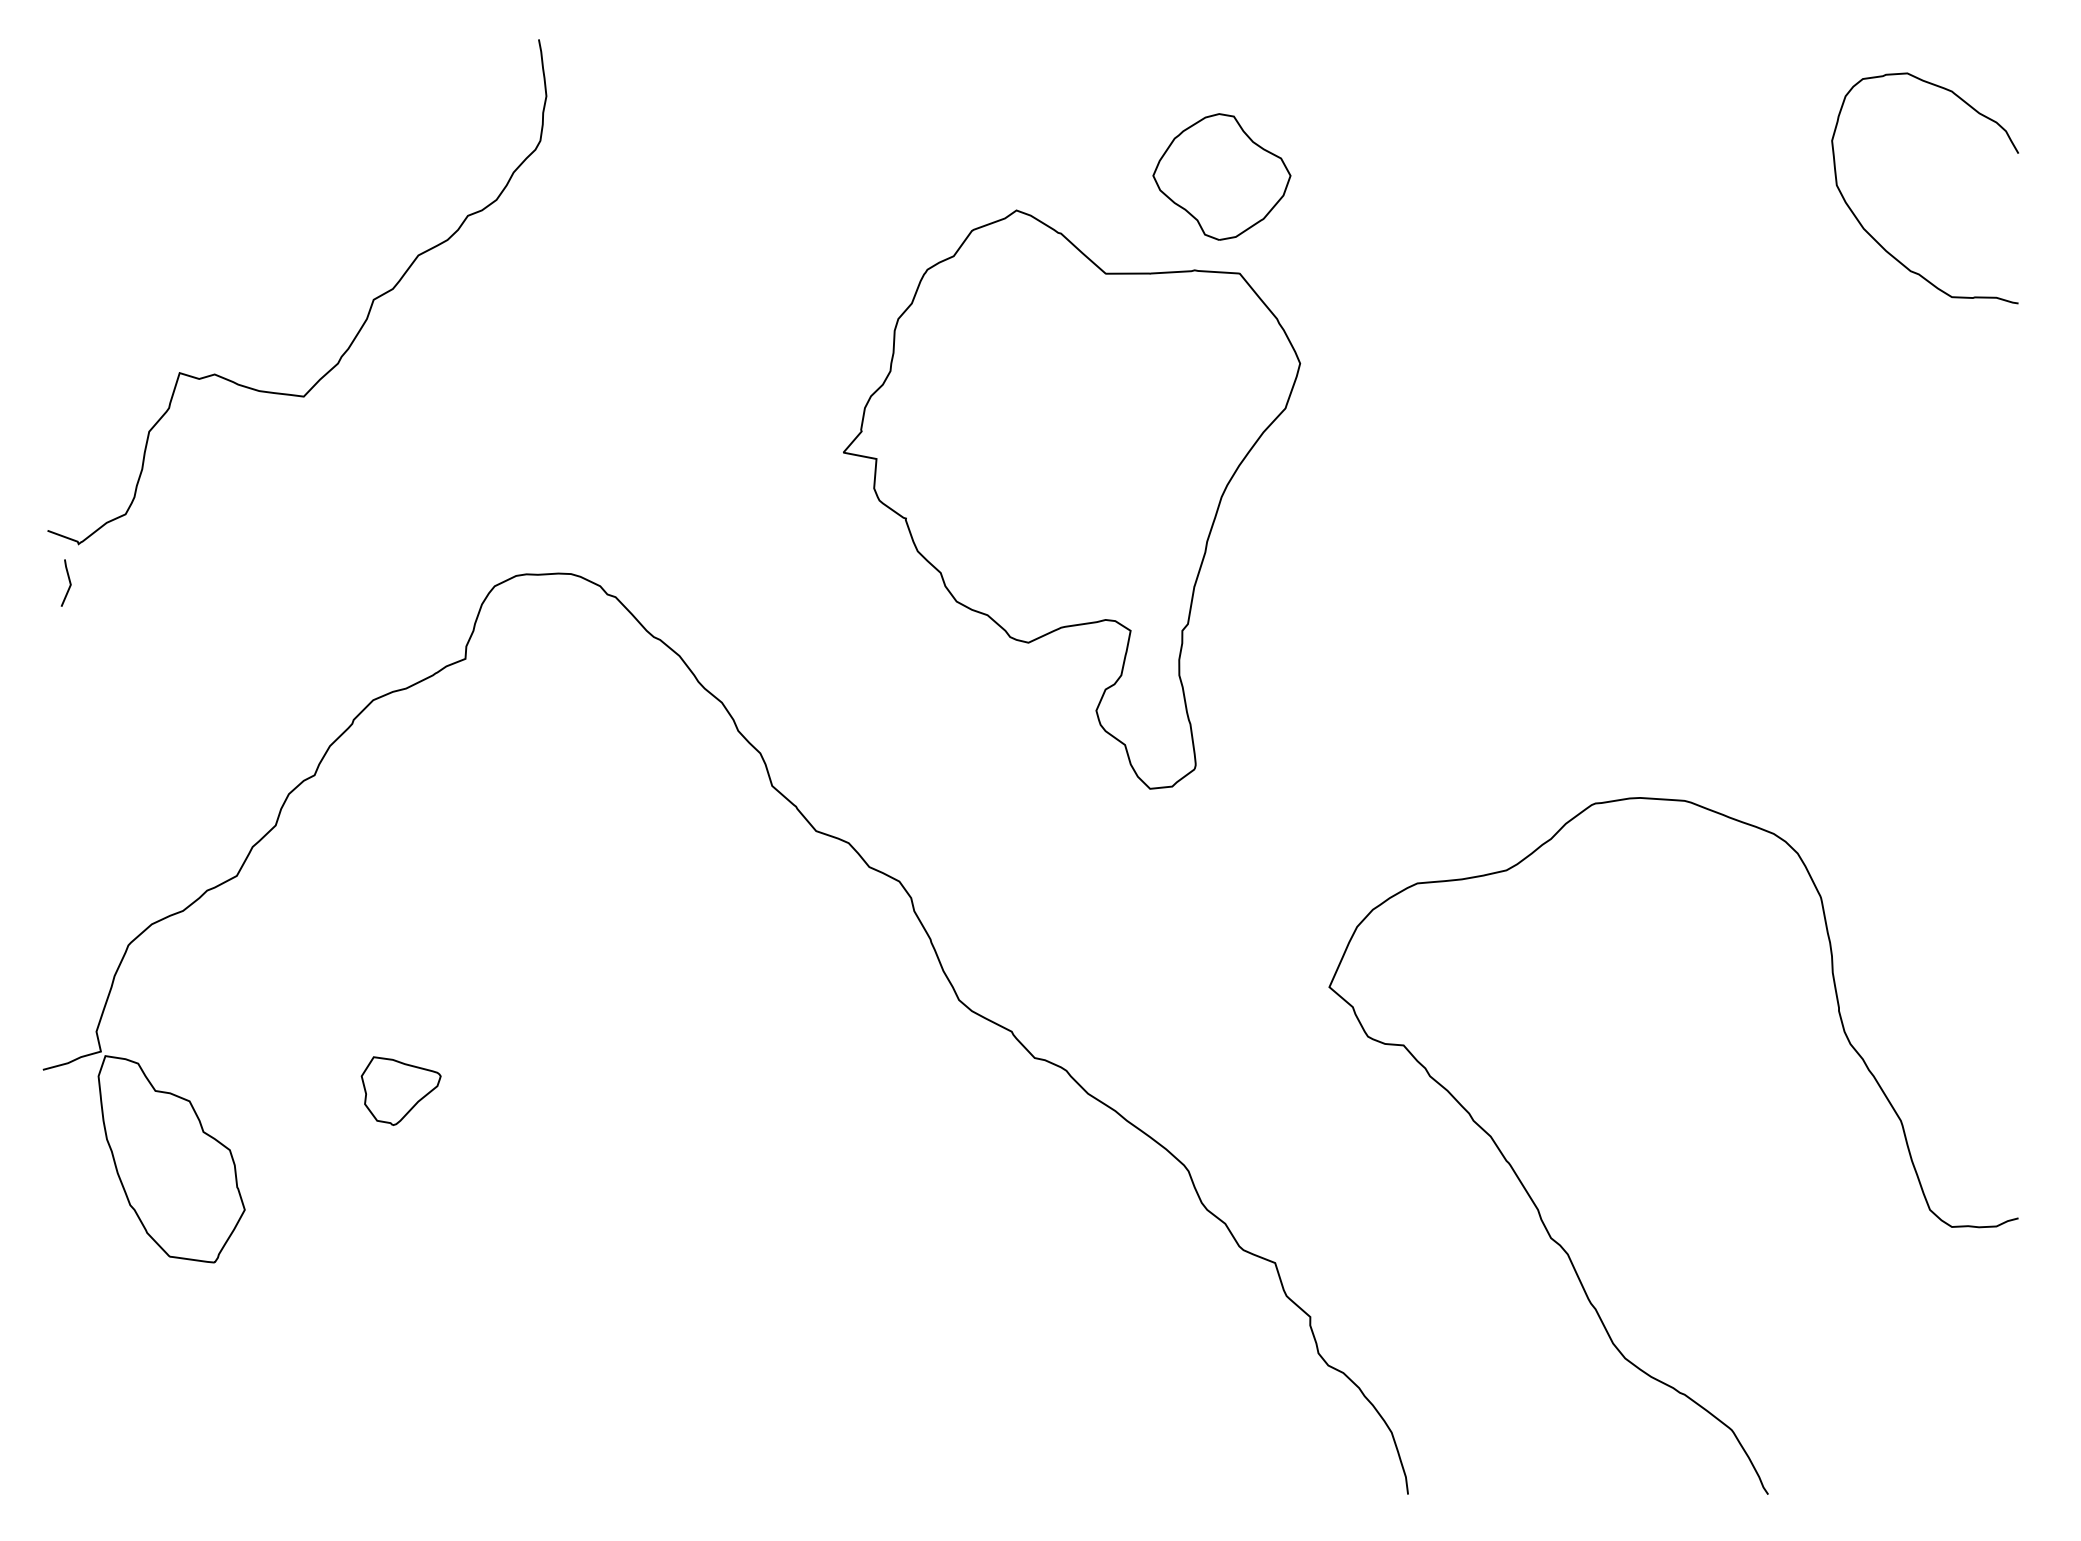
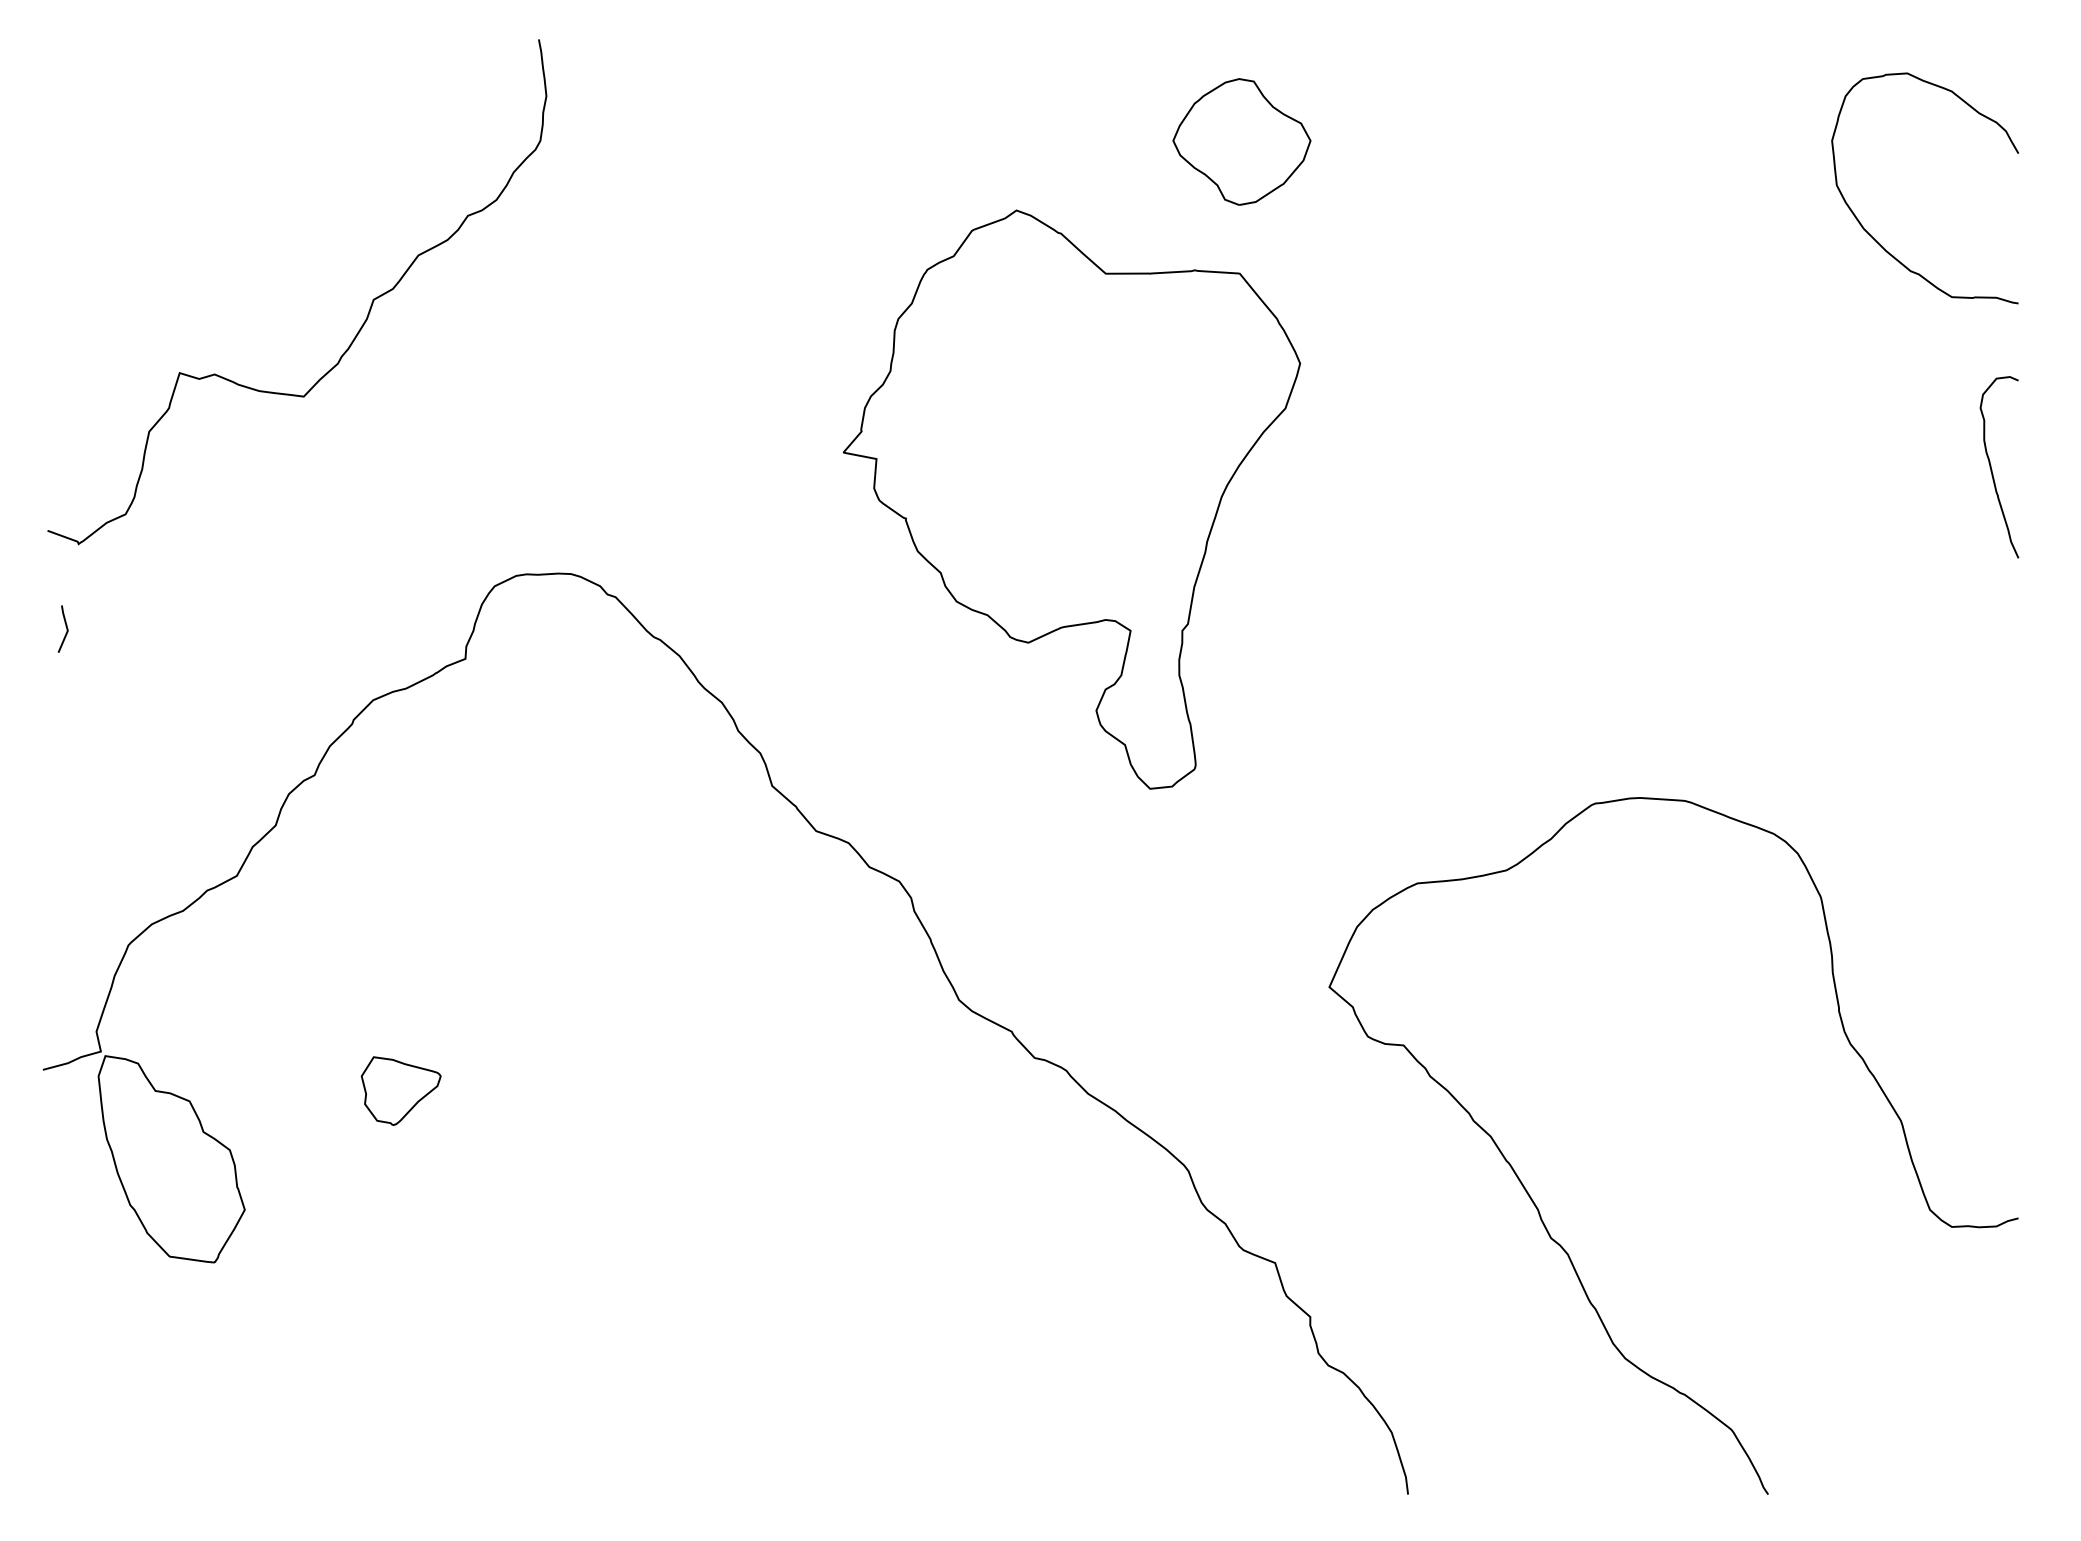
part at (1221, 176) position: (1221, 176) -> (1241, 141)
curve at (1992, 469): none -> present
line at (68, 580) position: (68, 580) -> (65, 626)
